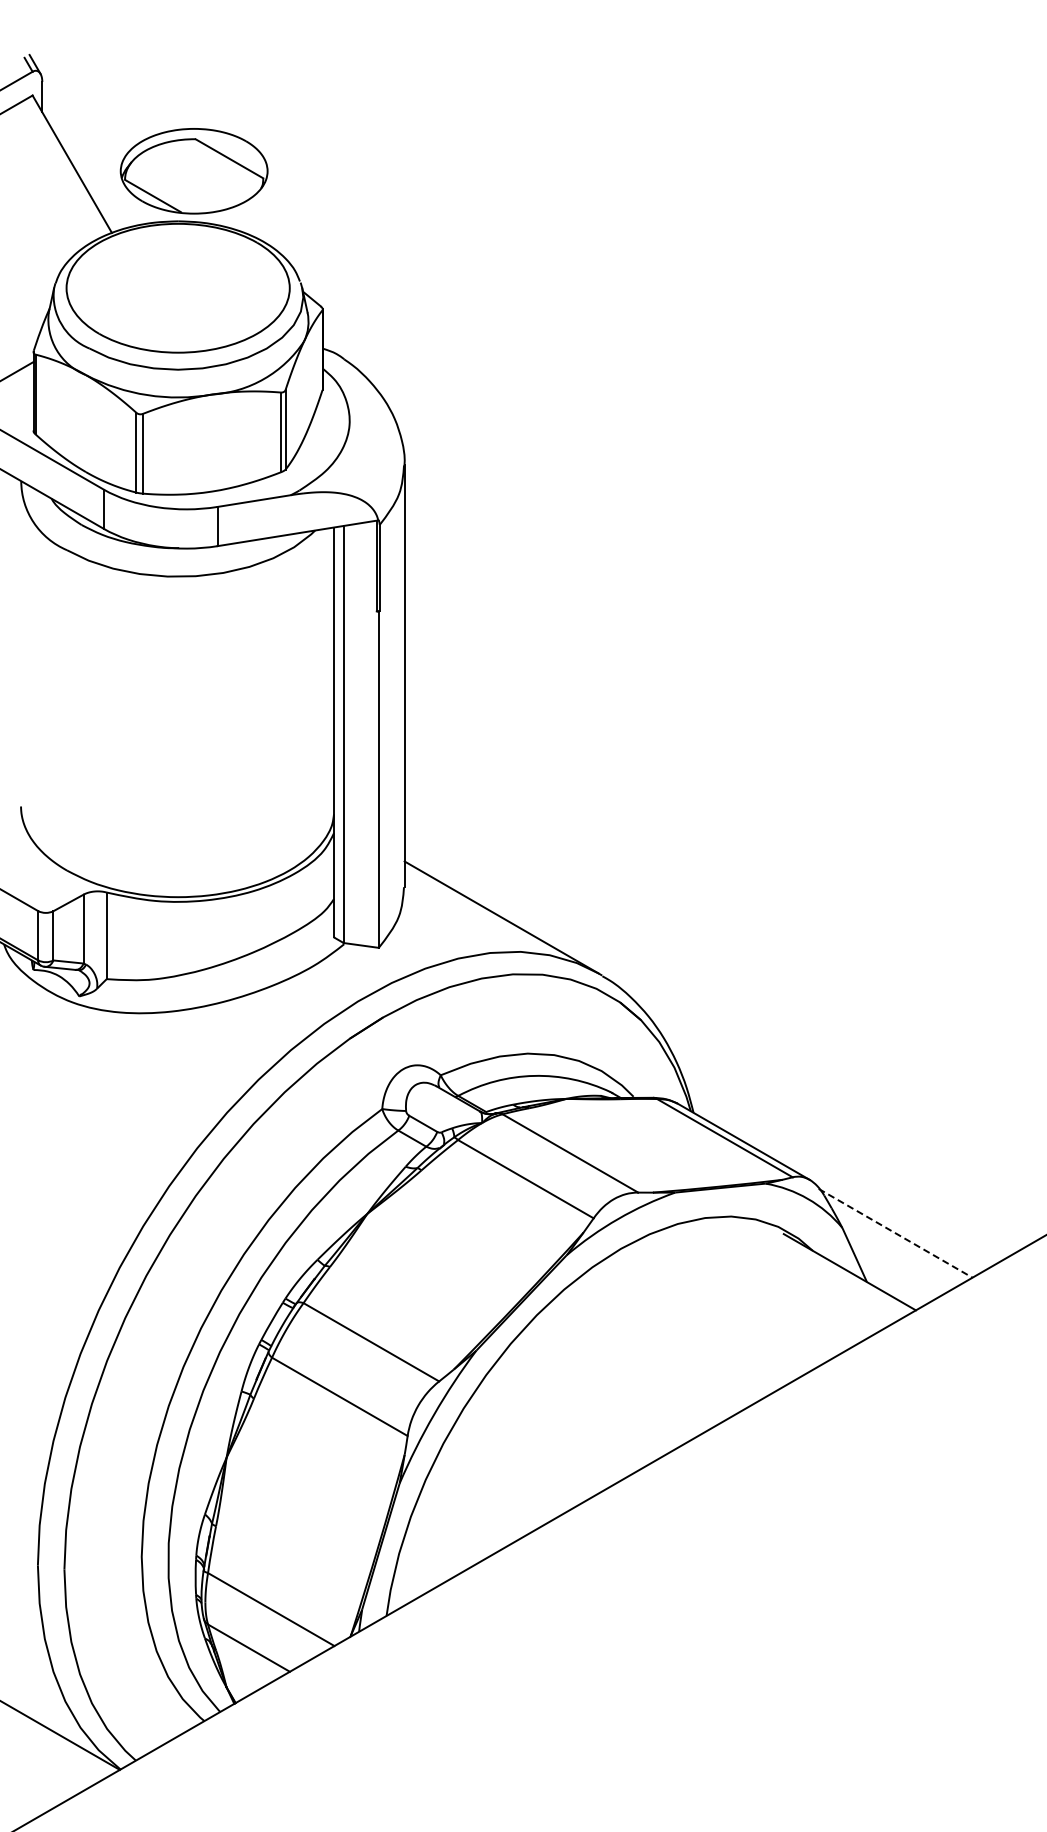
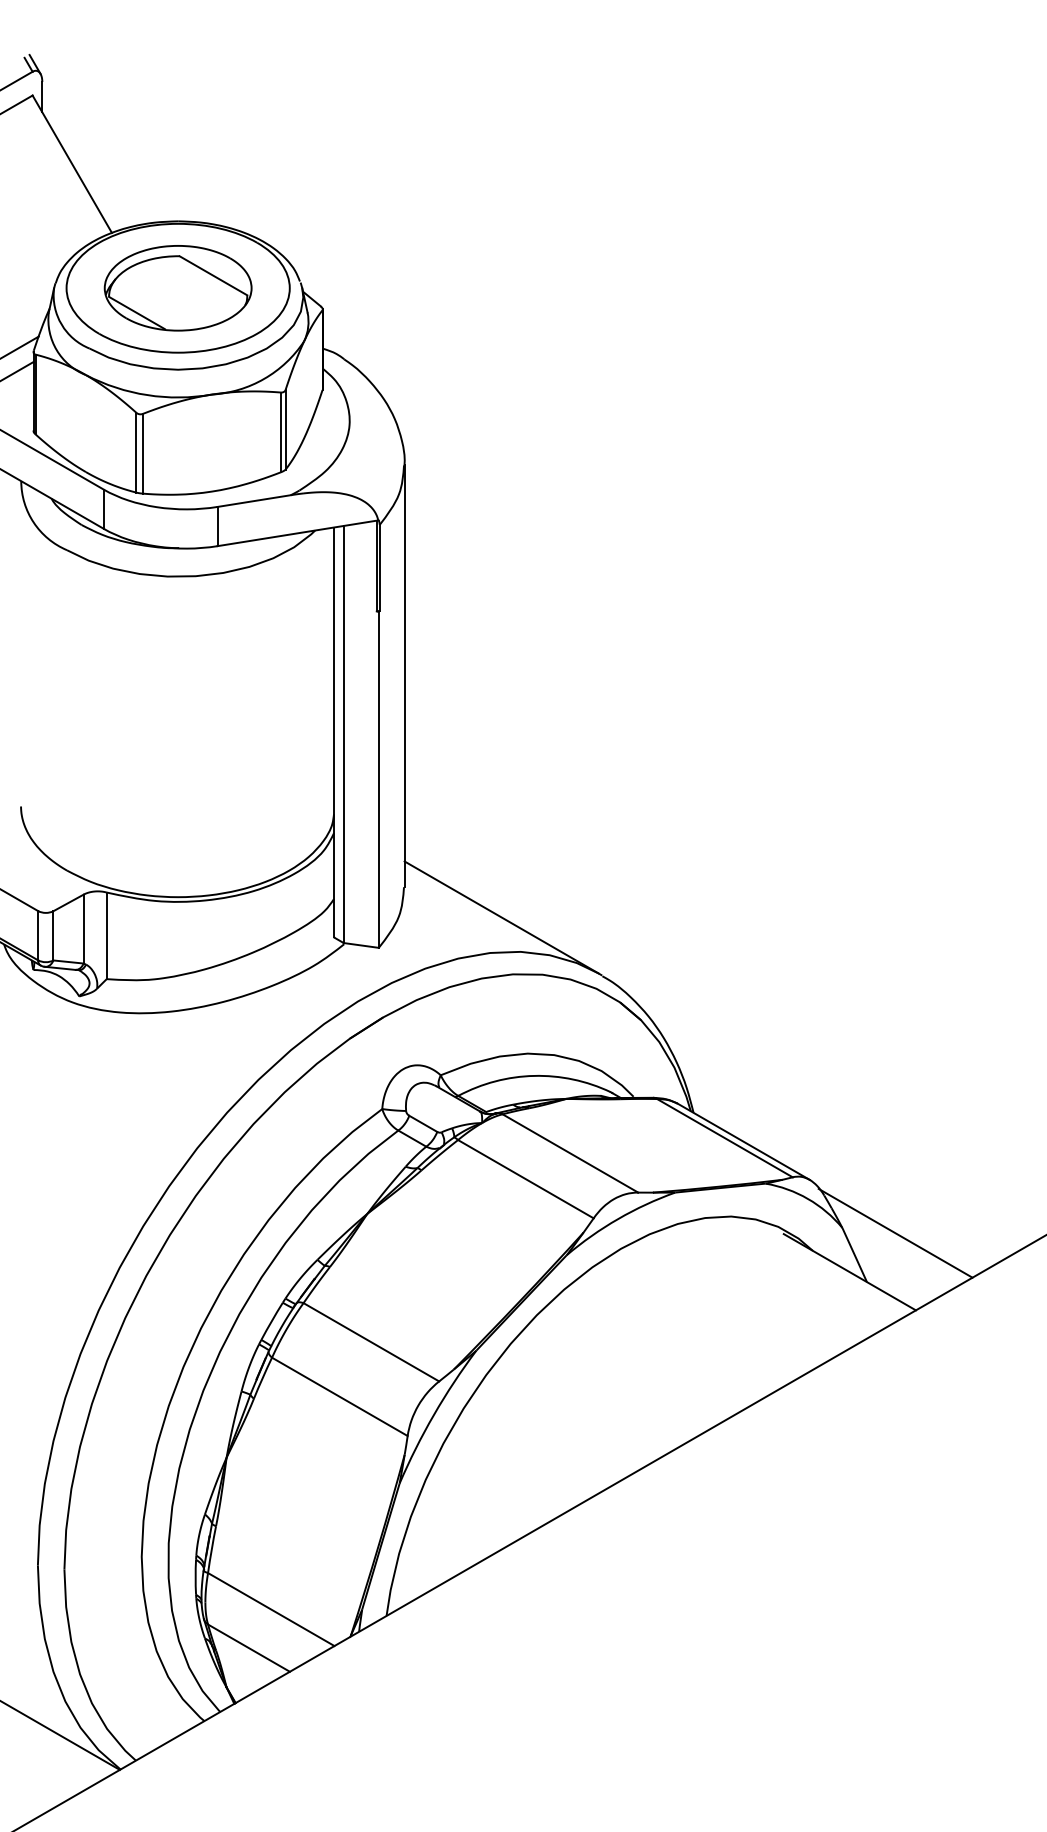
part at (193, 171) position: (193, 171) -> (177, 288)
line at (20, 346): none -> present
line at (895, 1233): dashed -> solid
